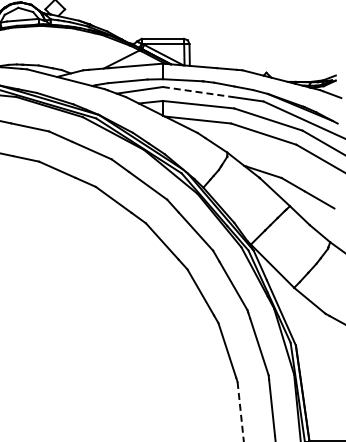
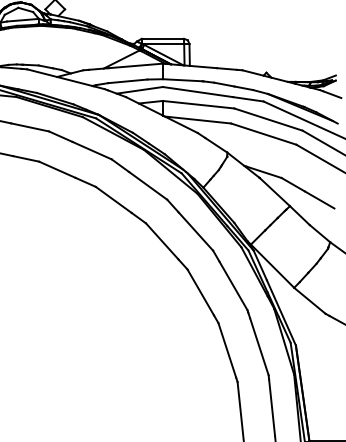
line at (198, 92): dashed -> solid
line at (240, 411): dashed -> solid
